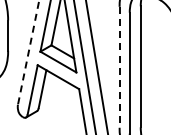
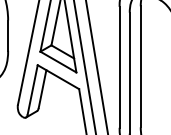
line at (28, 53): dashed -> solid
line at (119, 67): dashed -> solid
